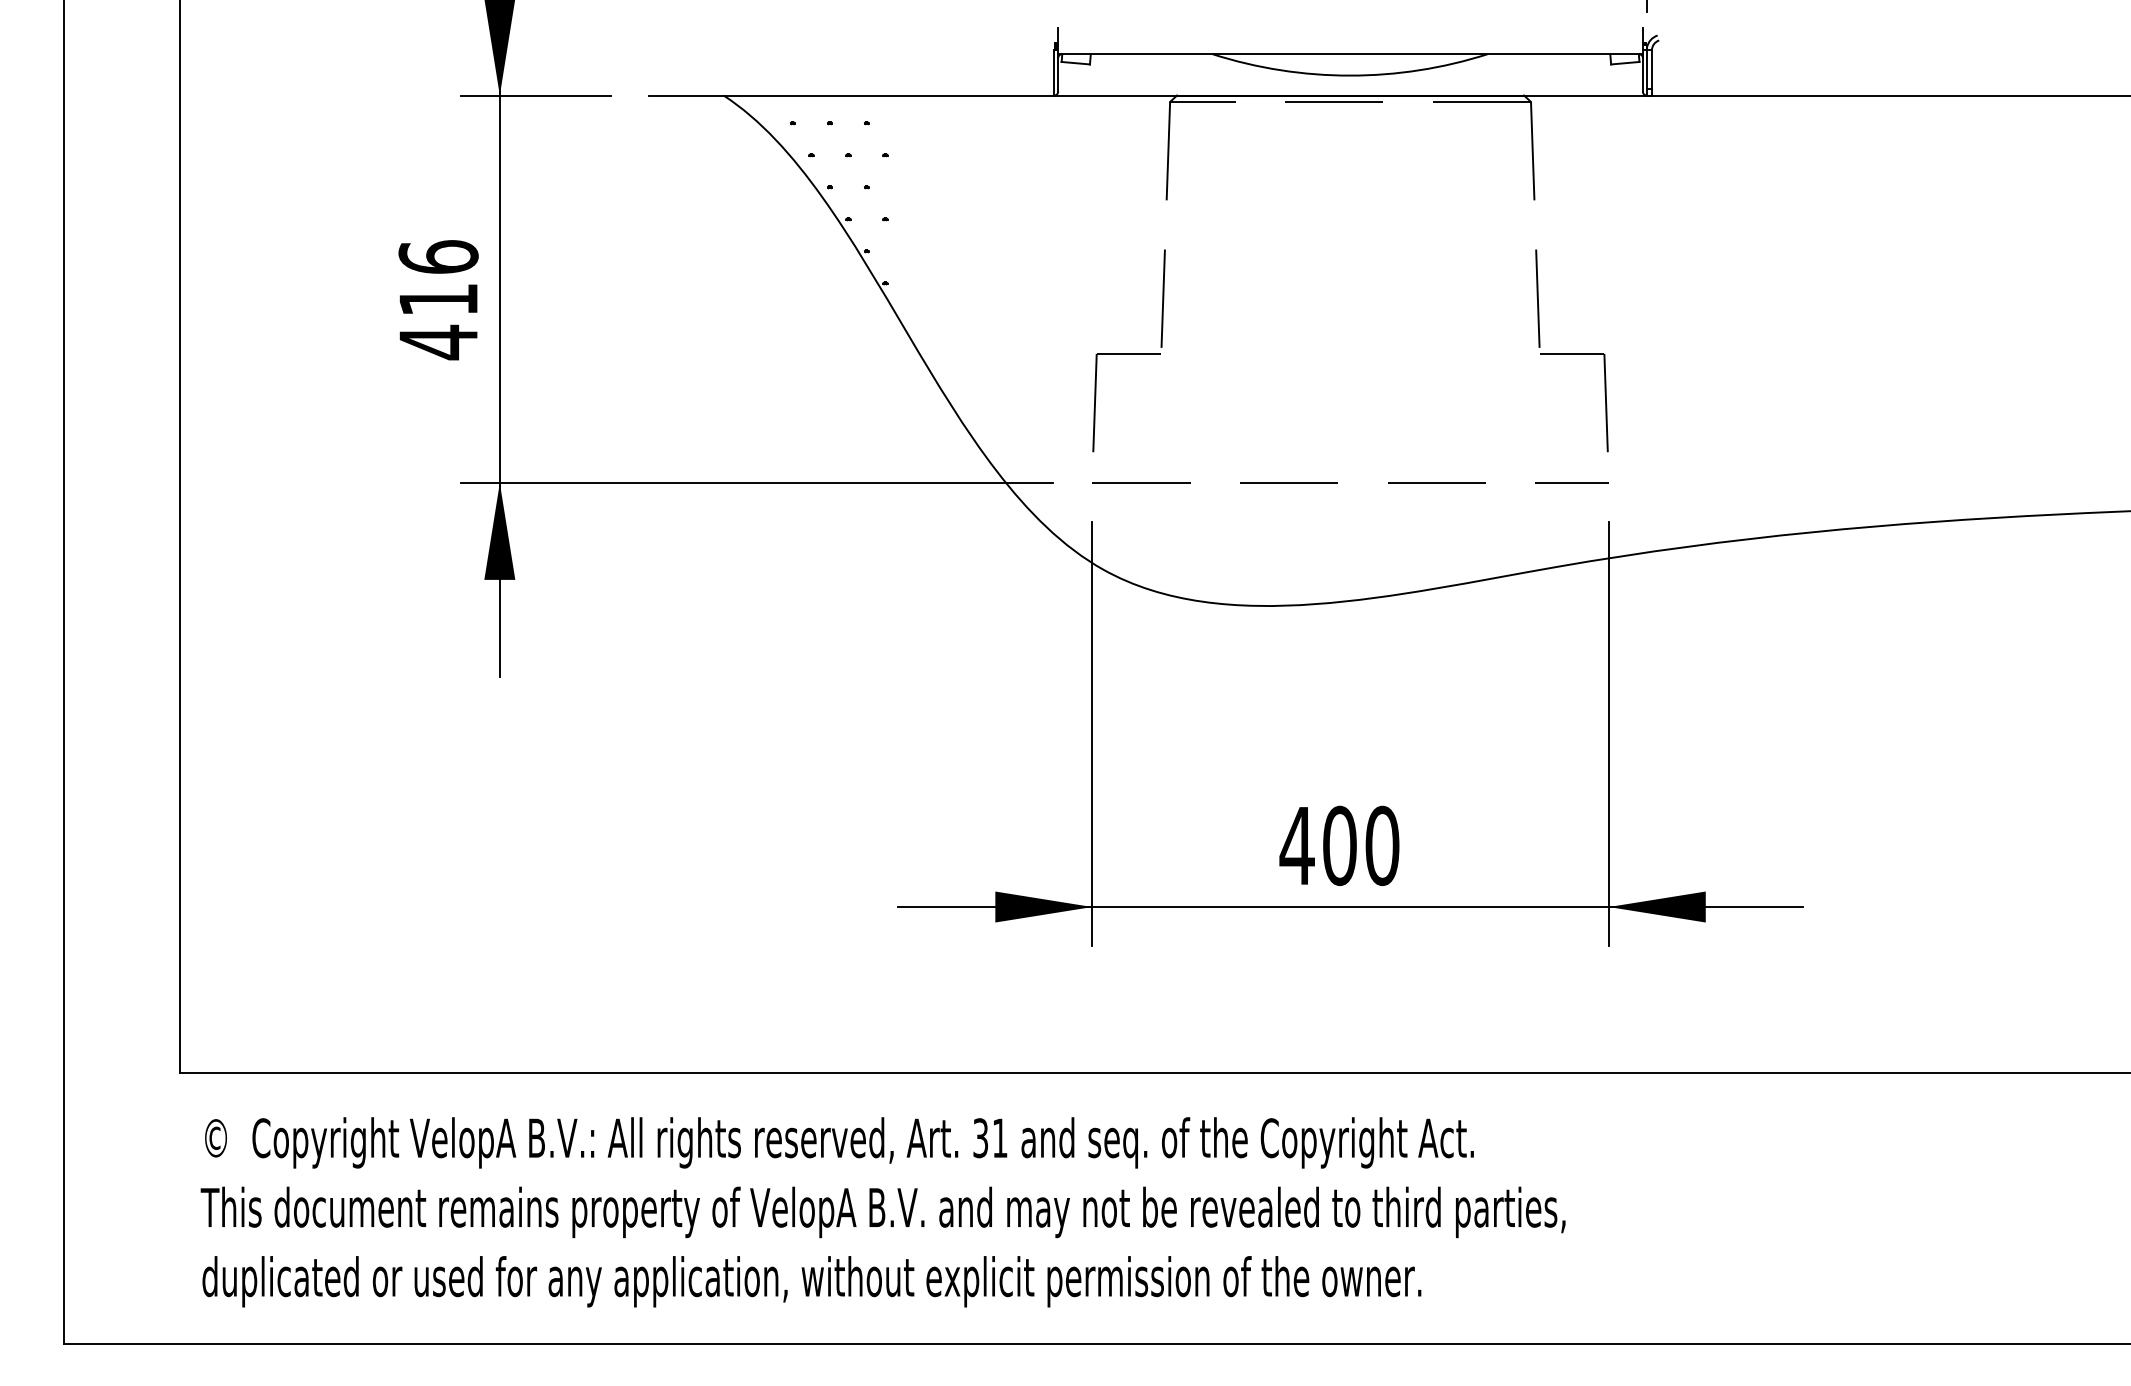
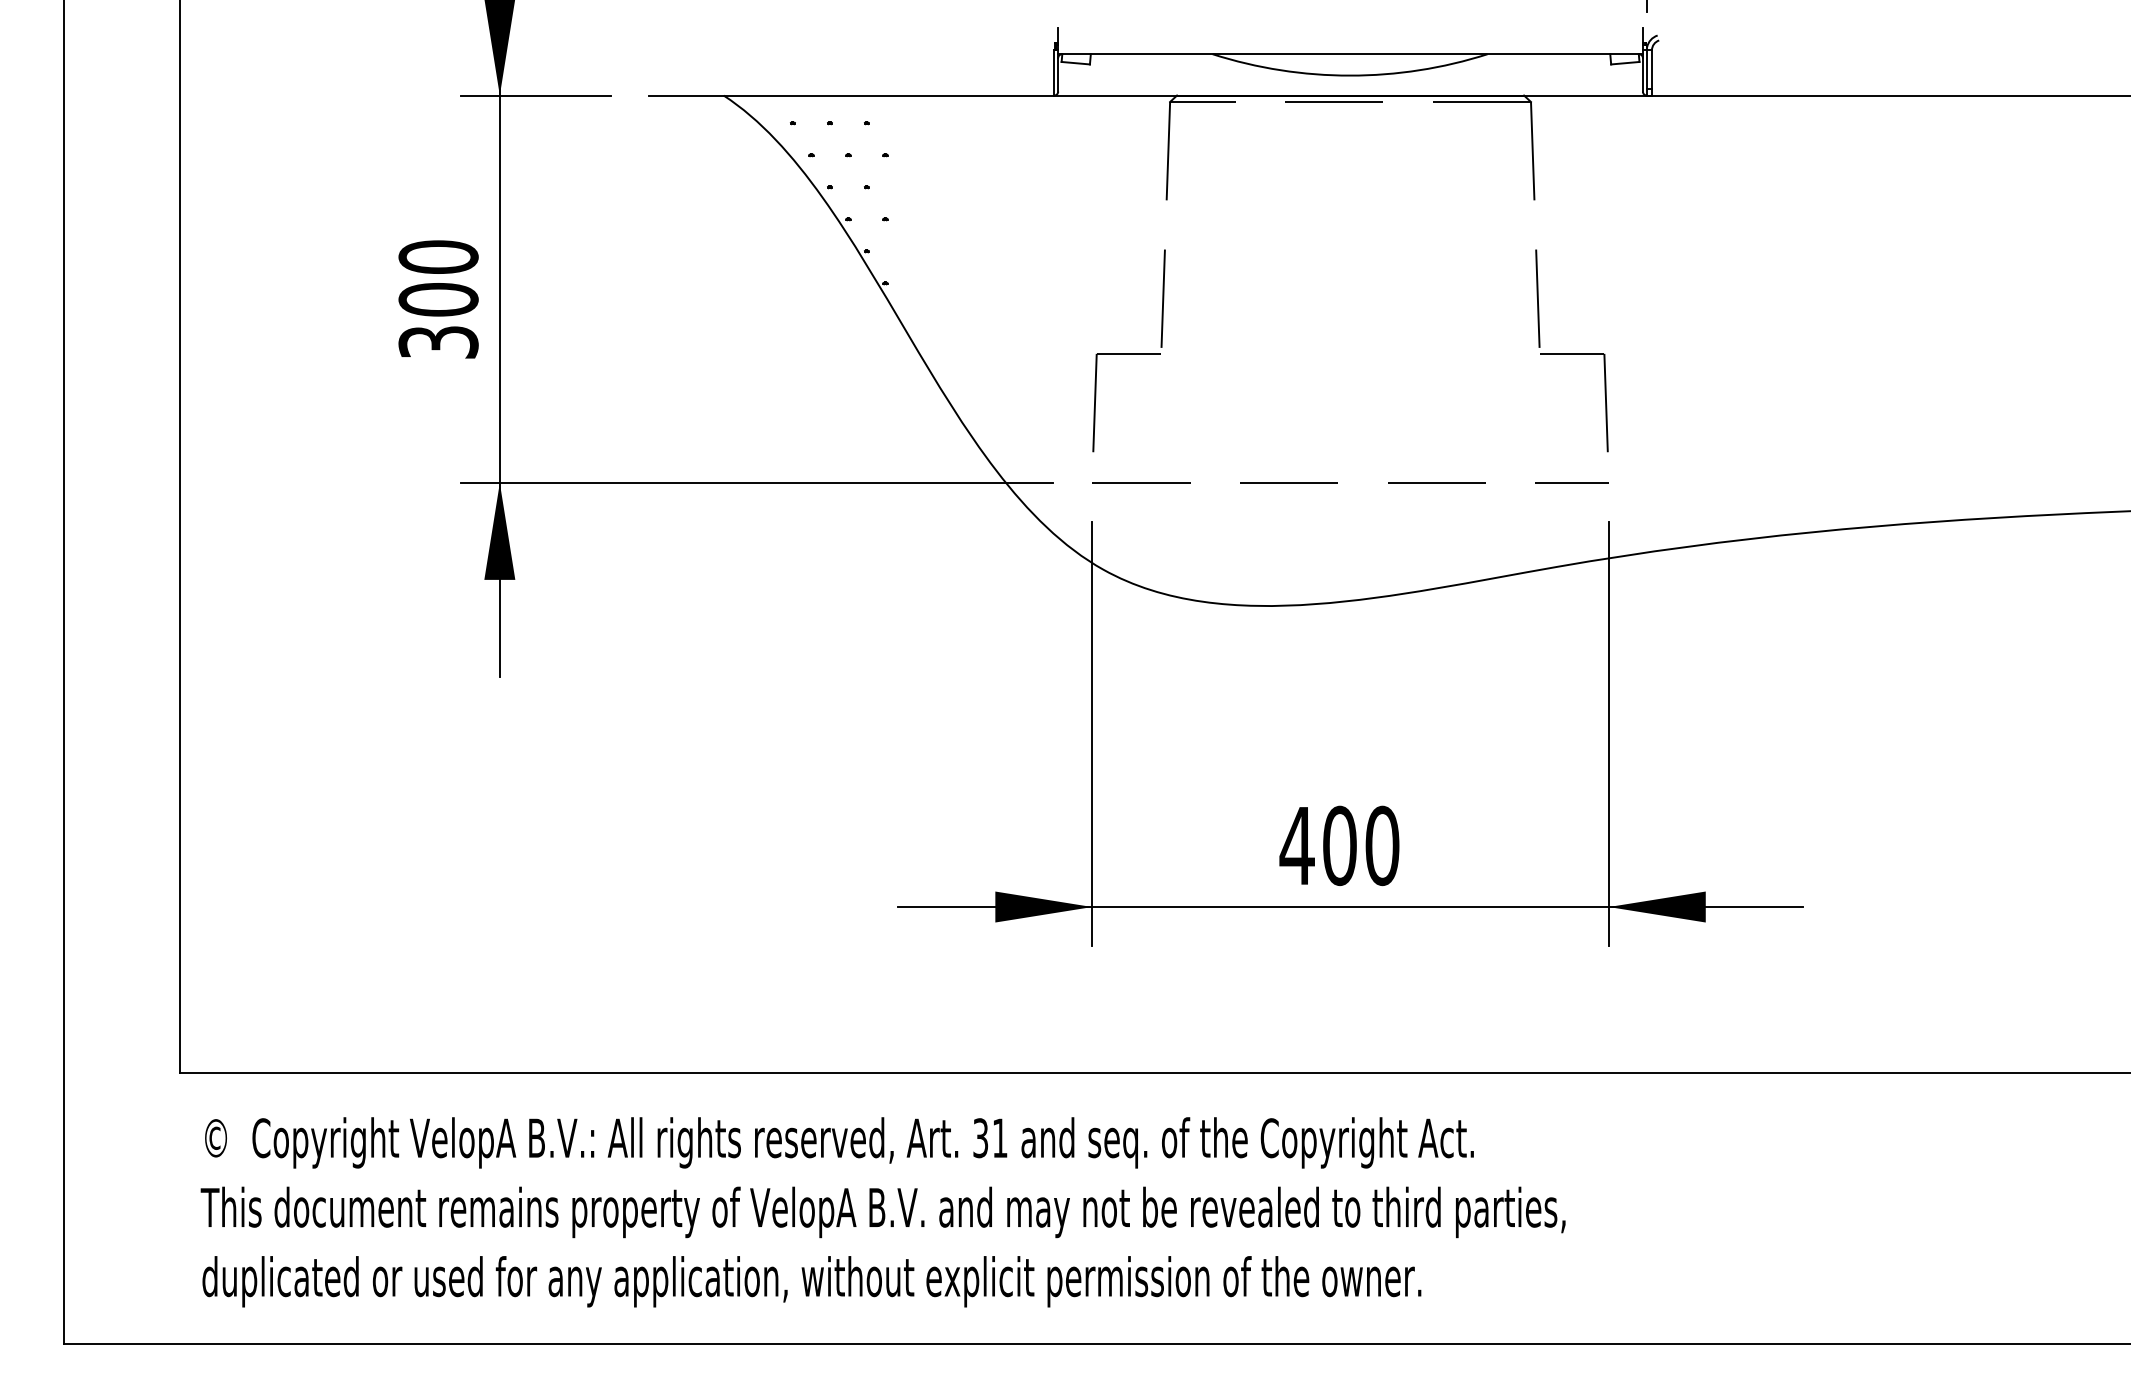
text at (438, 300): 416 -> 300
